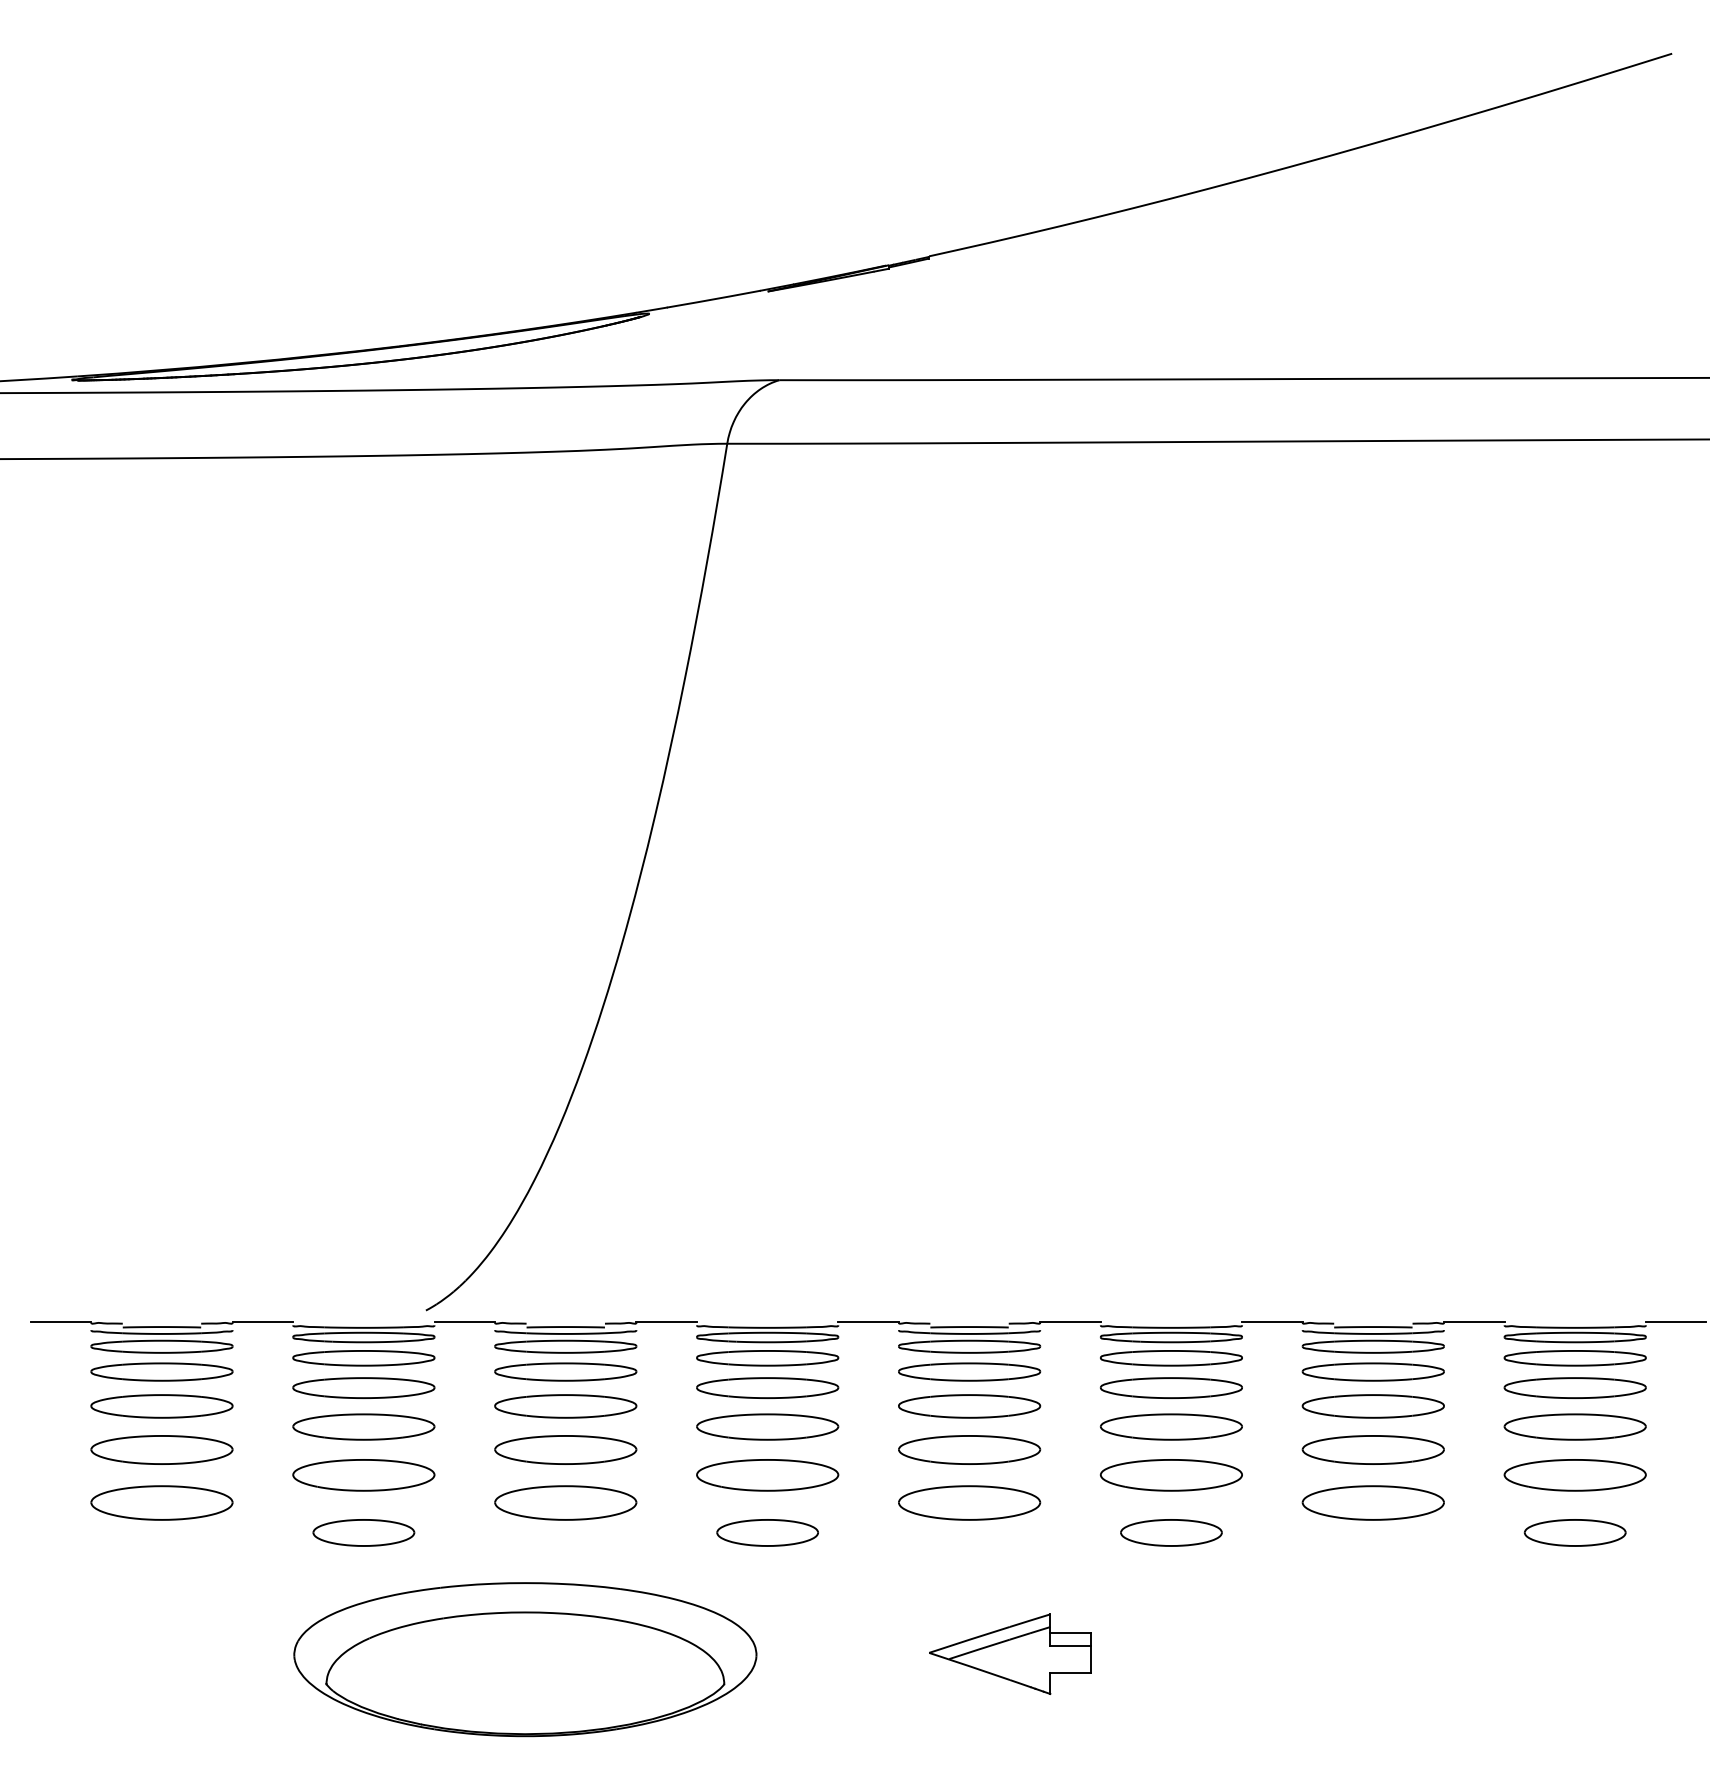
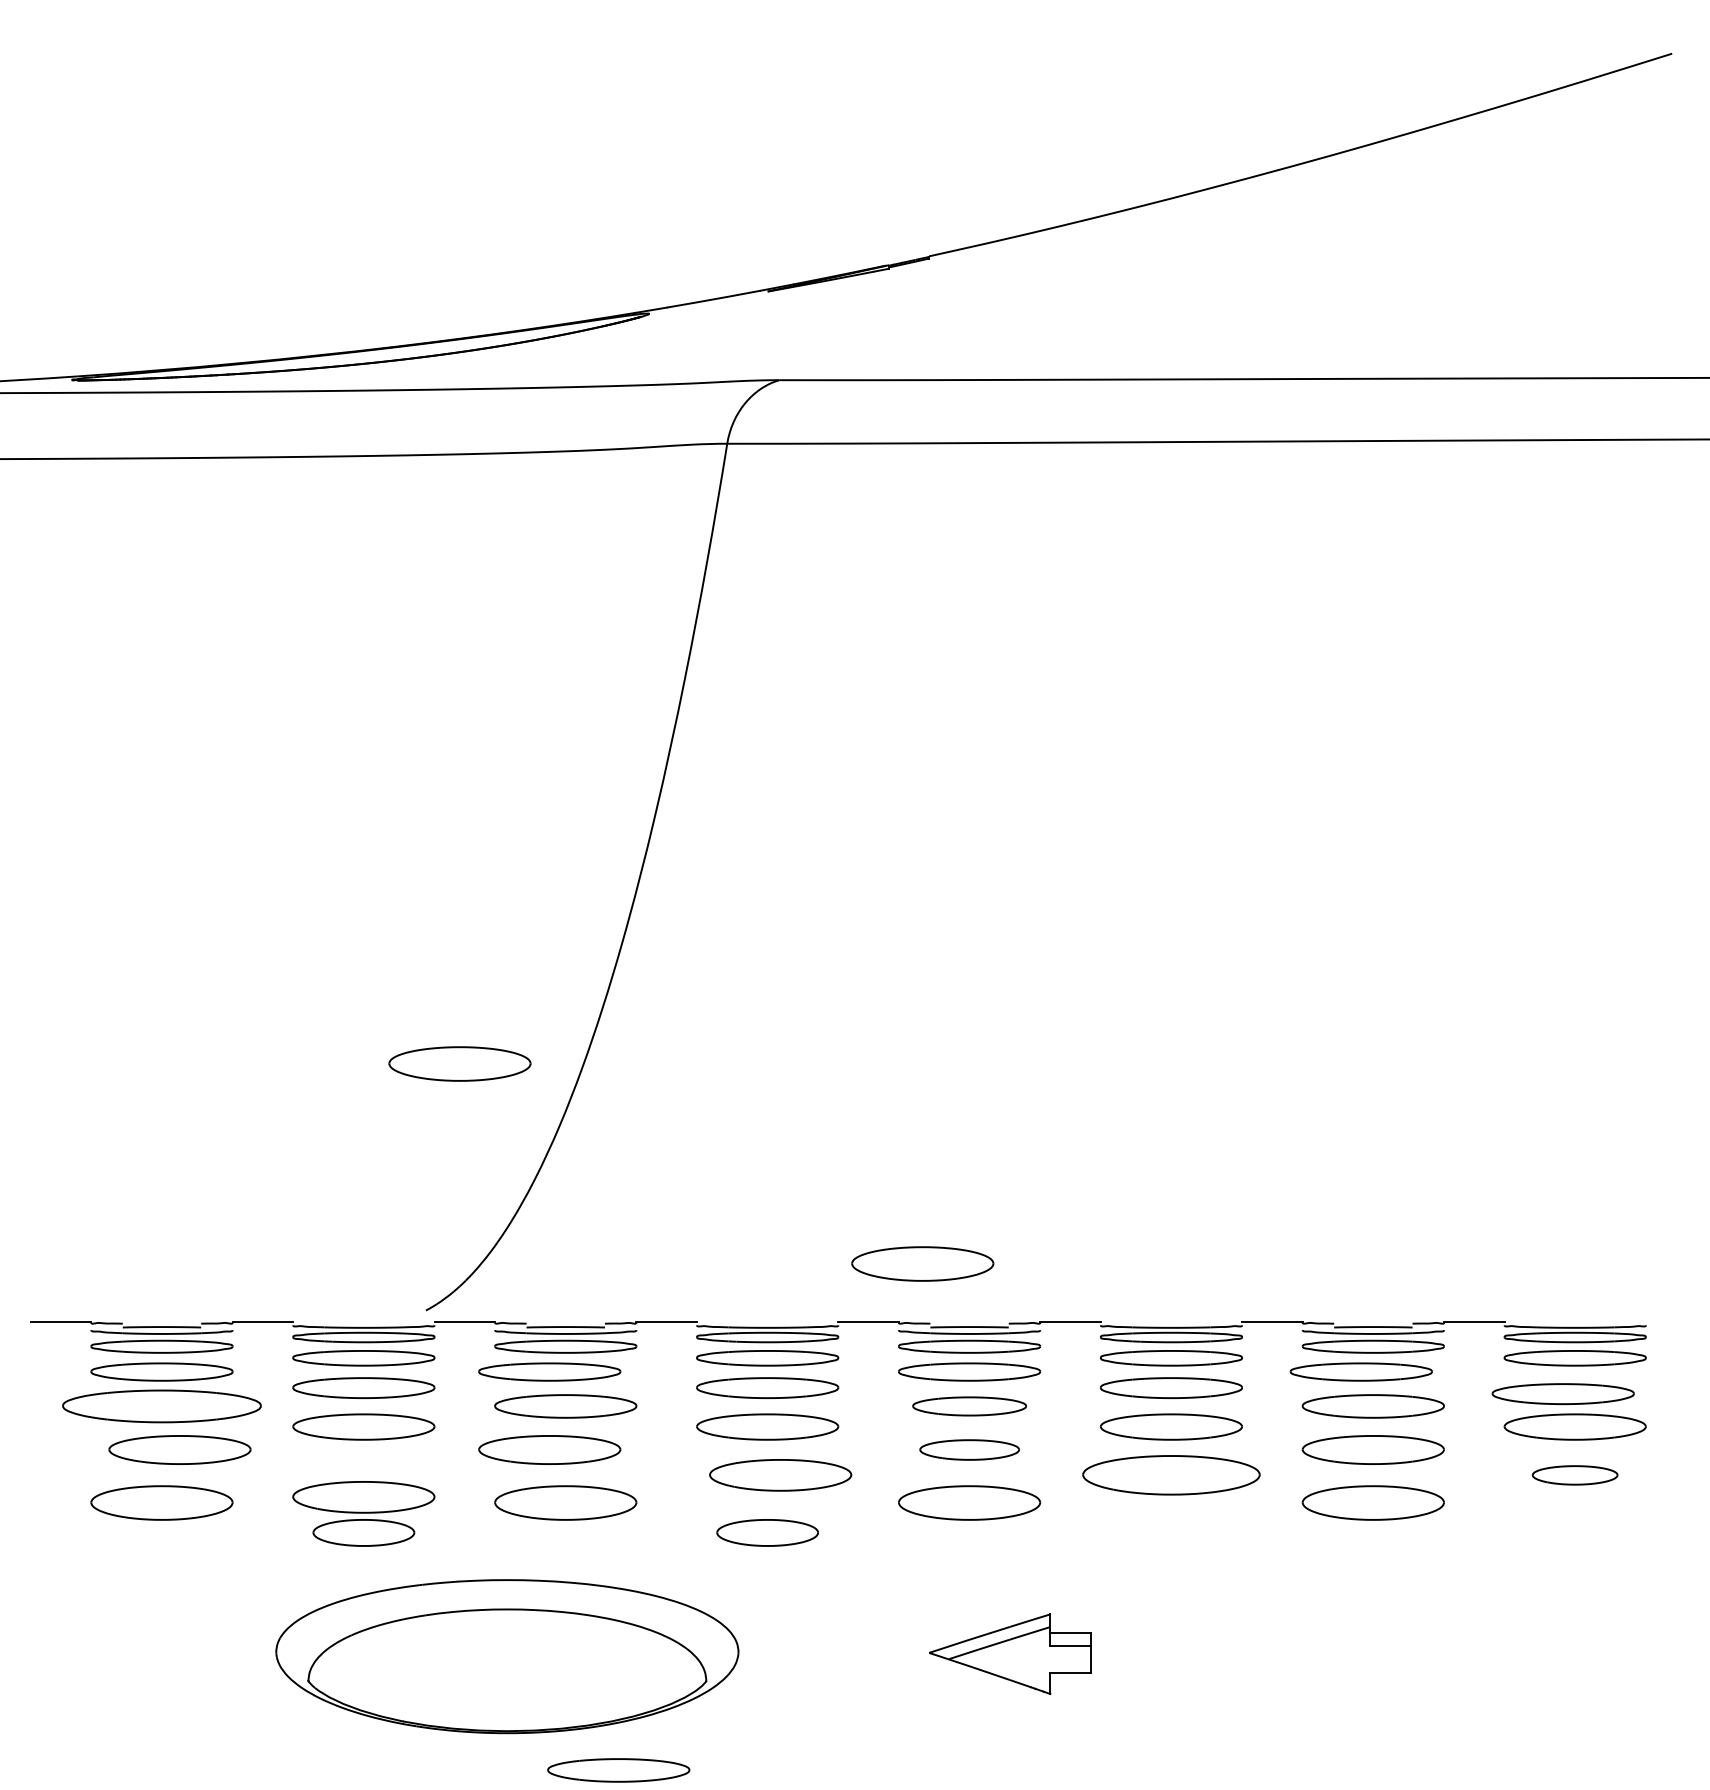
part at (459, 1063): none -> present
part at (922, 1263): none -> present
line at (1675, 1322): present -> none
part at (565, 1371) position: (565, 1371) -> (549, 1371)
part at (1372, 1371) position: (1372, 1371) -> (1360, 1371)
part at (1574, 1387) position: (1574, 1387) -> (1562, 1393)
part at (161, 1406) size: 144x25 px -> 200x35 px
part at (969, 1406) size: 144x25 px -> 116x21 px
part at (161, 1449) position: (161, 1449) -> (179, 1449)
part at (565, 1449) position: (565, 1449) -> (549, 1449)
part at (969, 1449) size: 144x30 px -> 101x22 px
part at (363, 1475) position: (363, 1475) -> (363, 1497)
part at (767, 1475) position: (767, 1475) -> (780, 1475)
part at (1171, 1475) size: 143x33 px -> 179x41 px
part at (1574, 1475) size: 144x33 px -> 88x21 px
part at (1171, 1532): present -> none
part at (1574, 1532): present -> none
part at (525, 1659) position: (525, 1659) -> (507, 1656)
part at (618, 1770): none -> present
